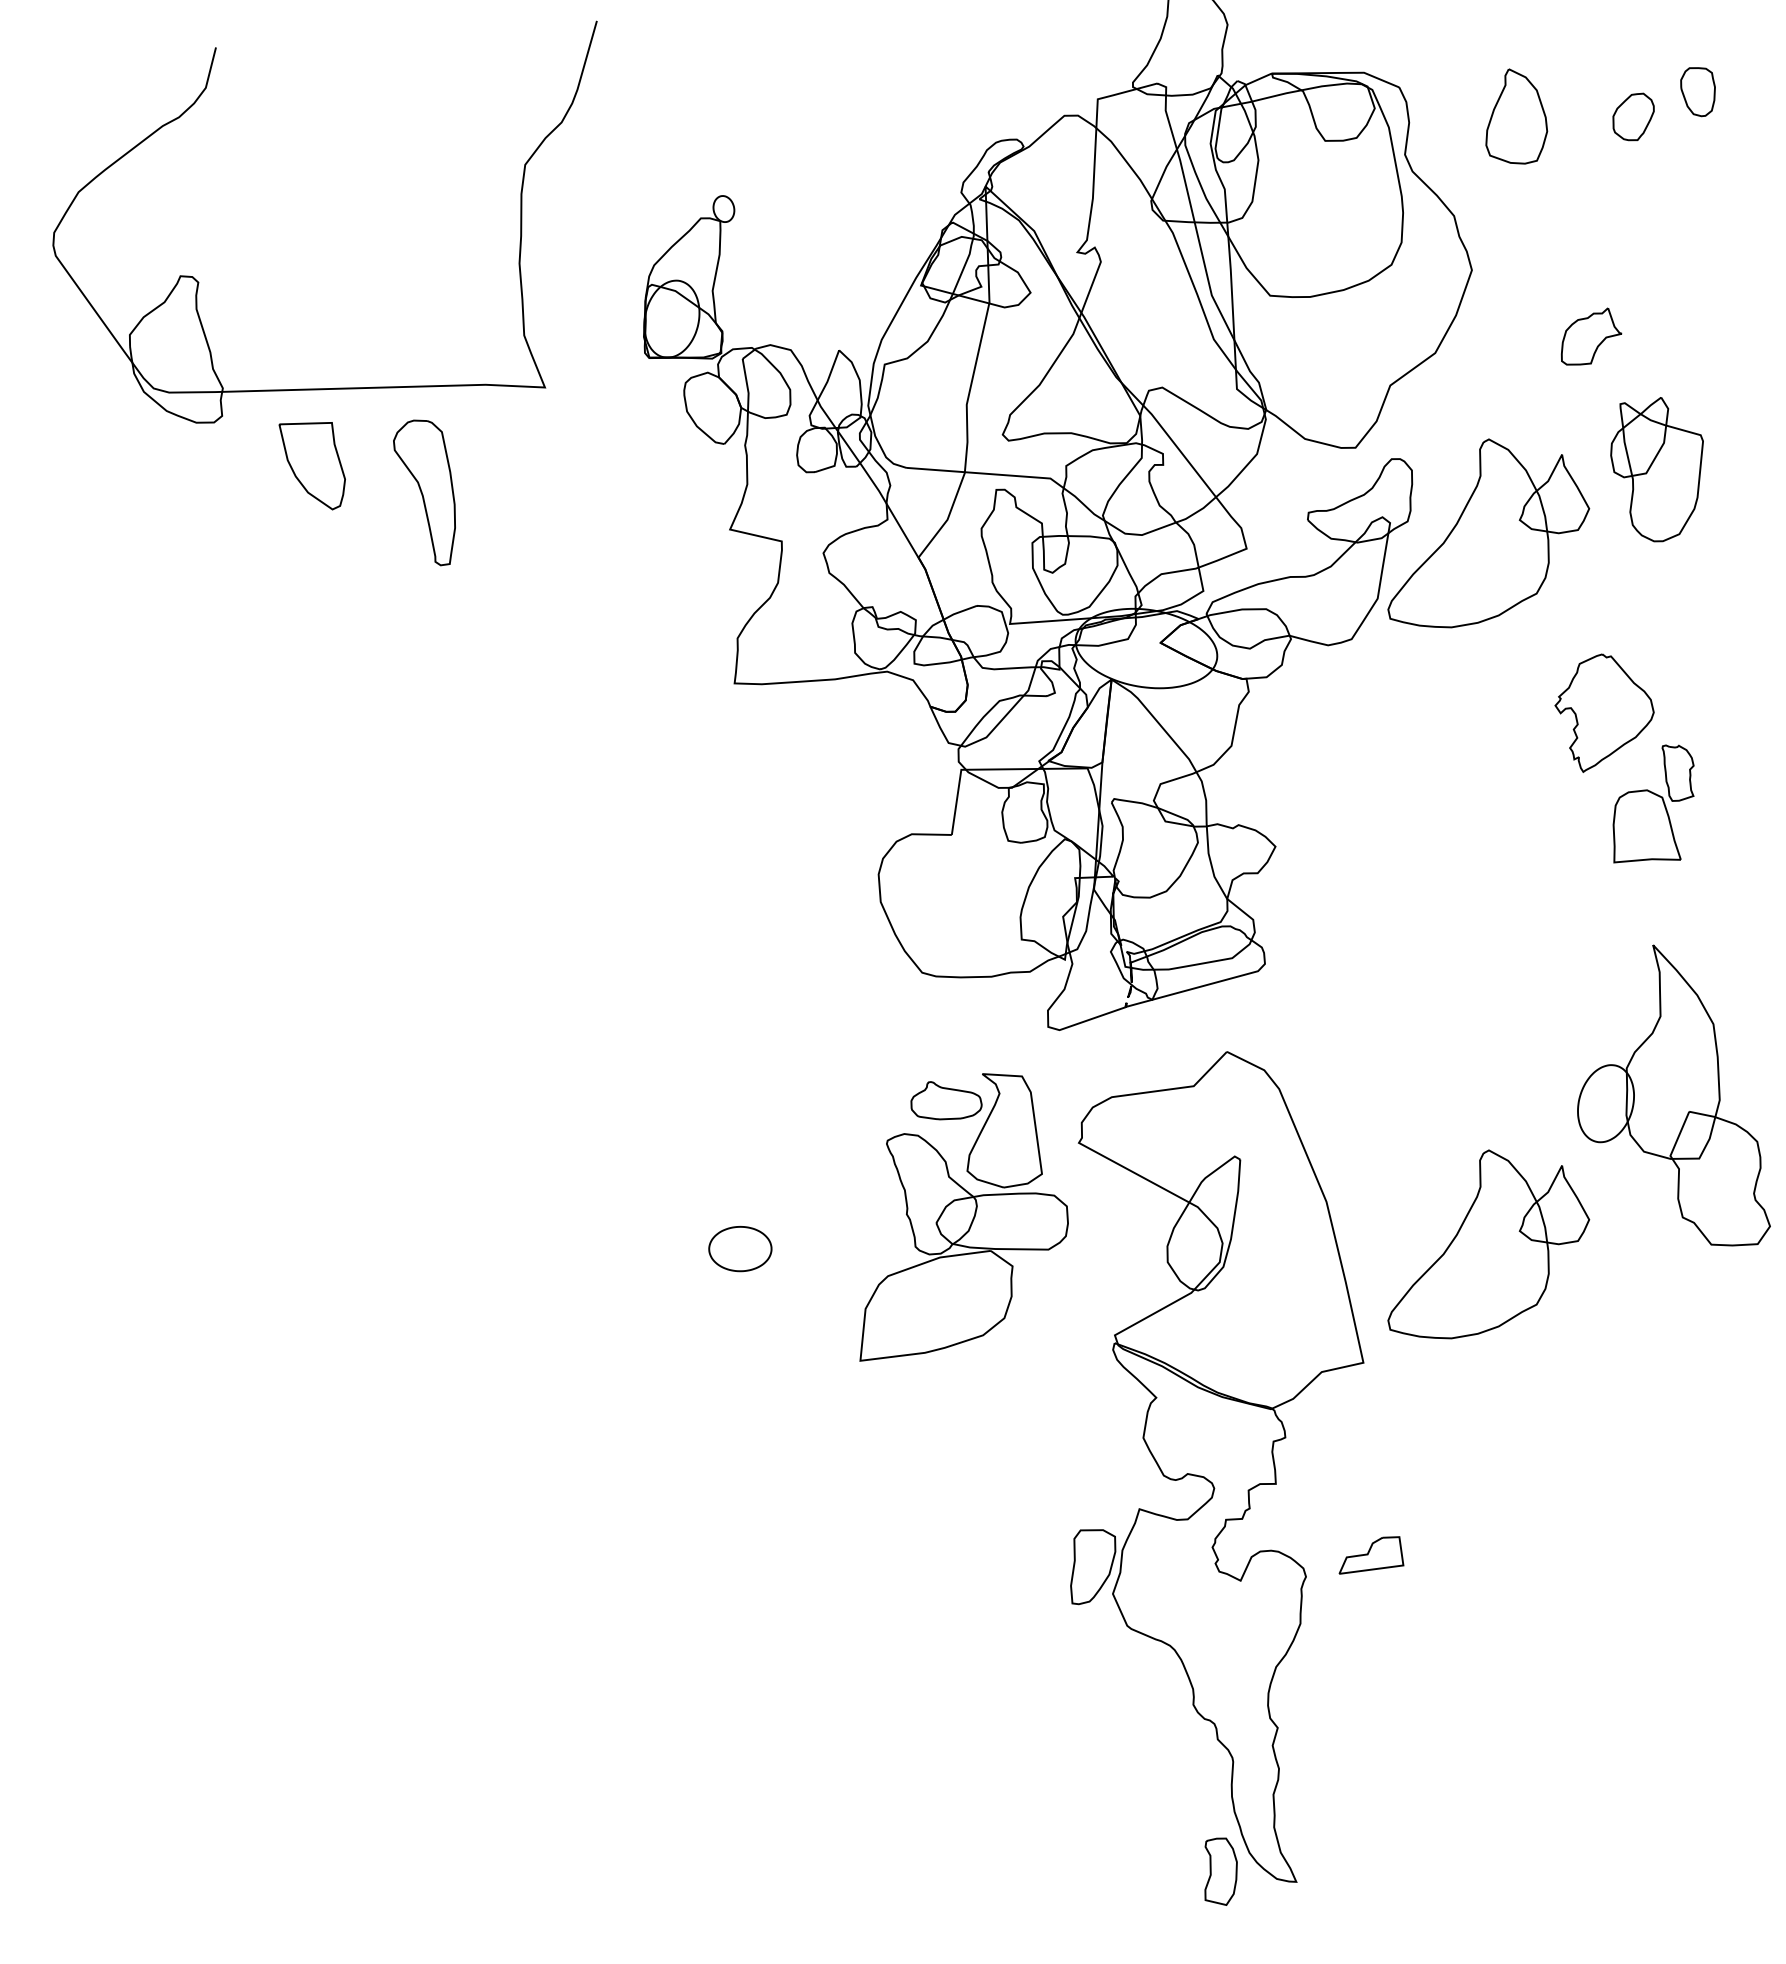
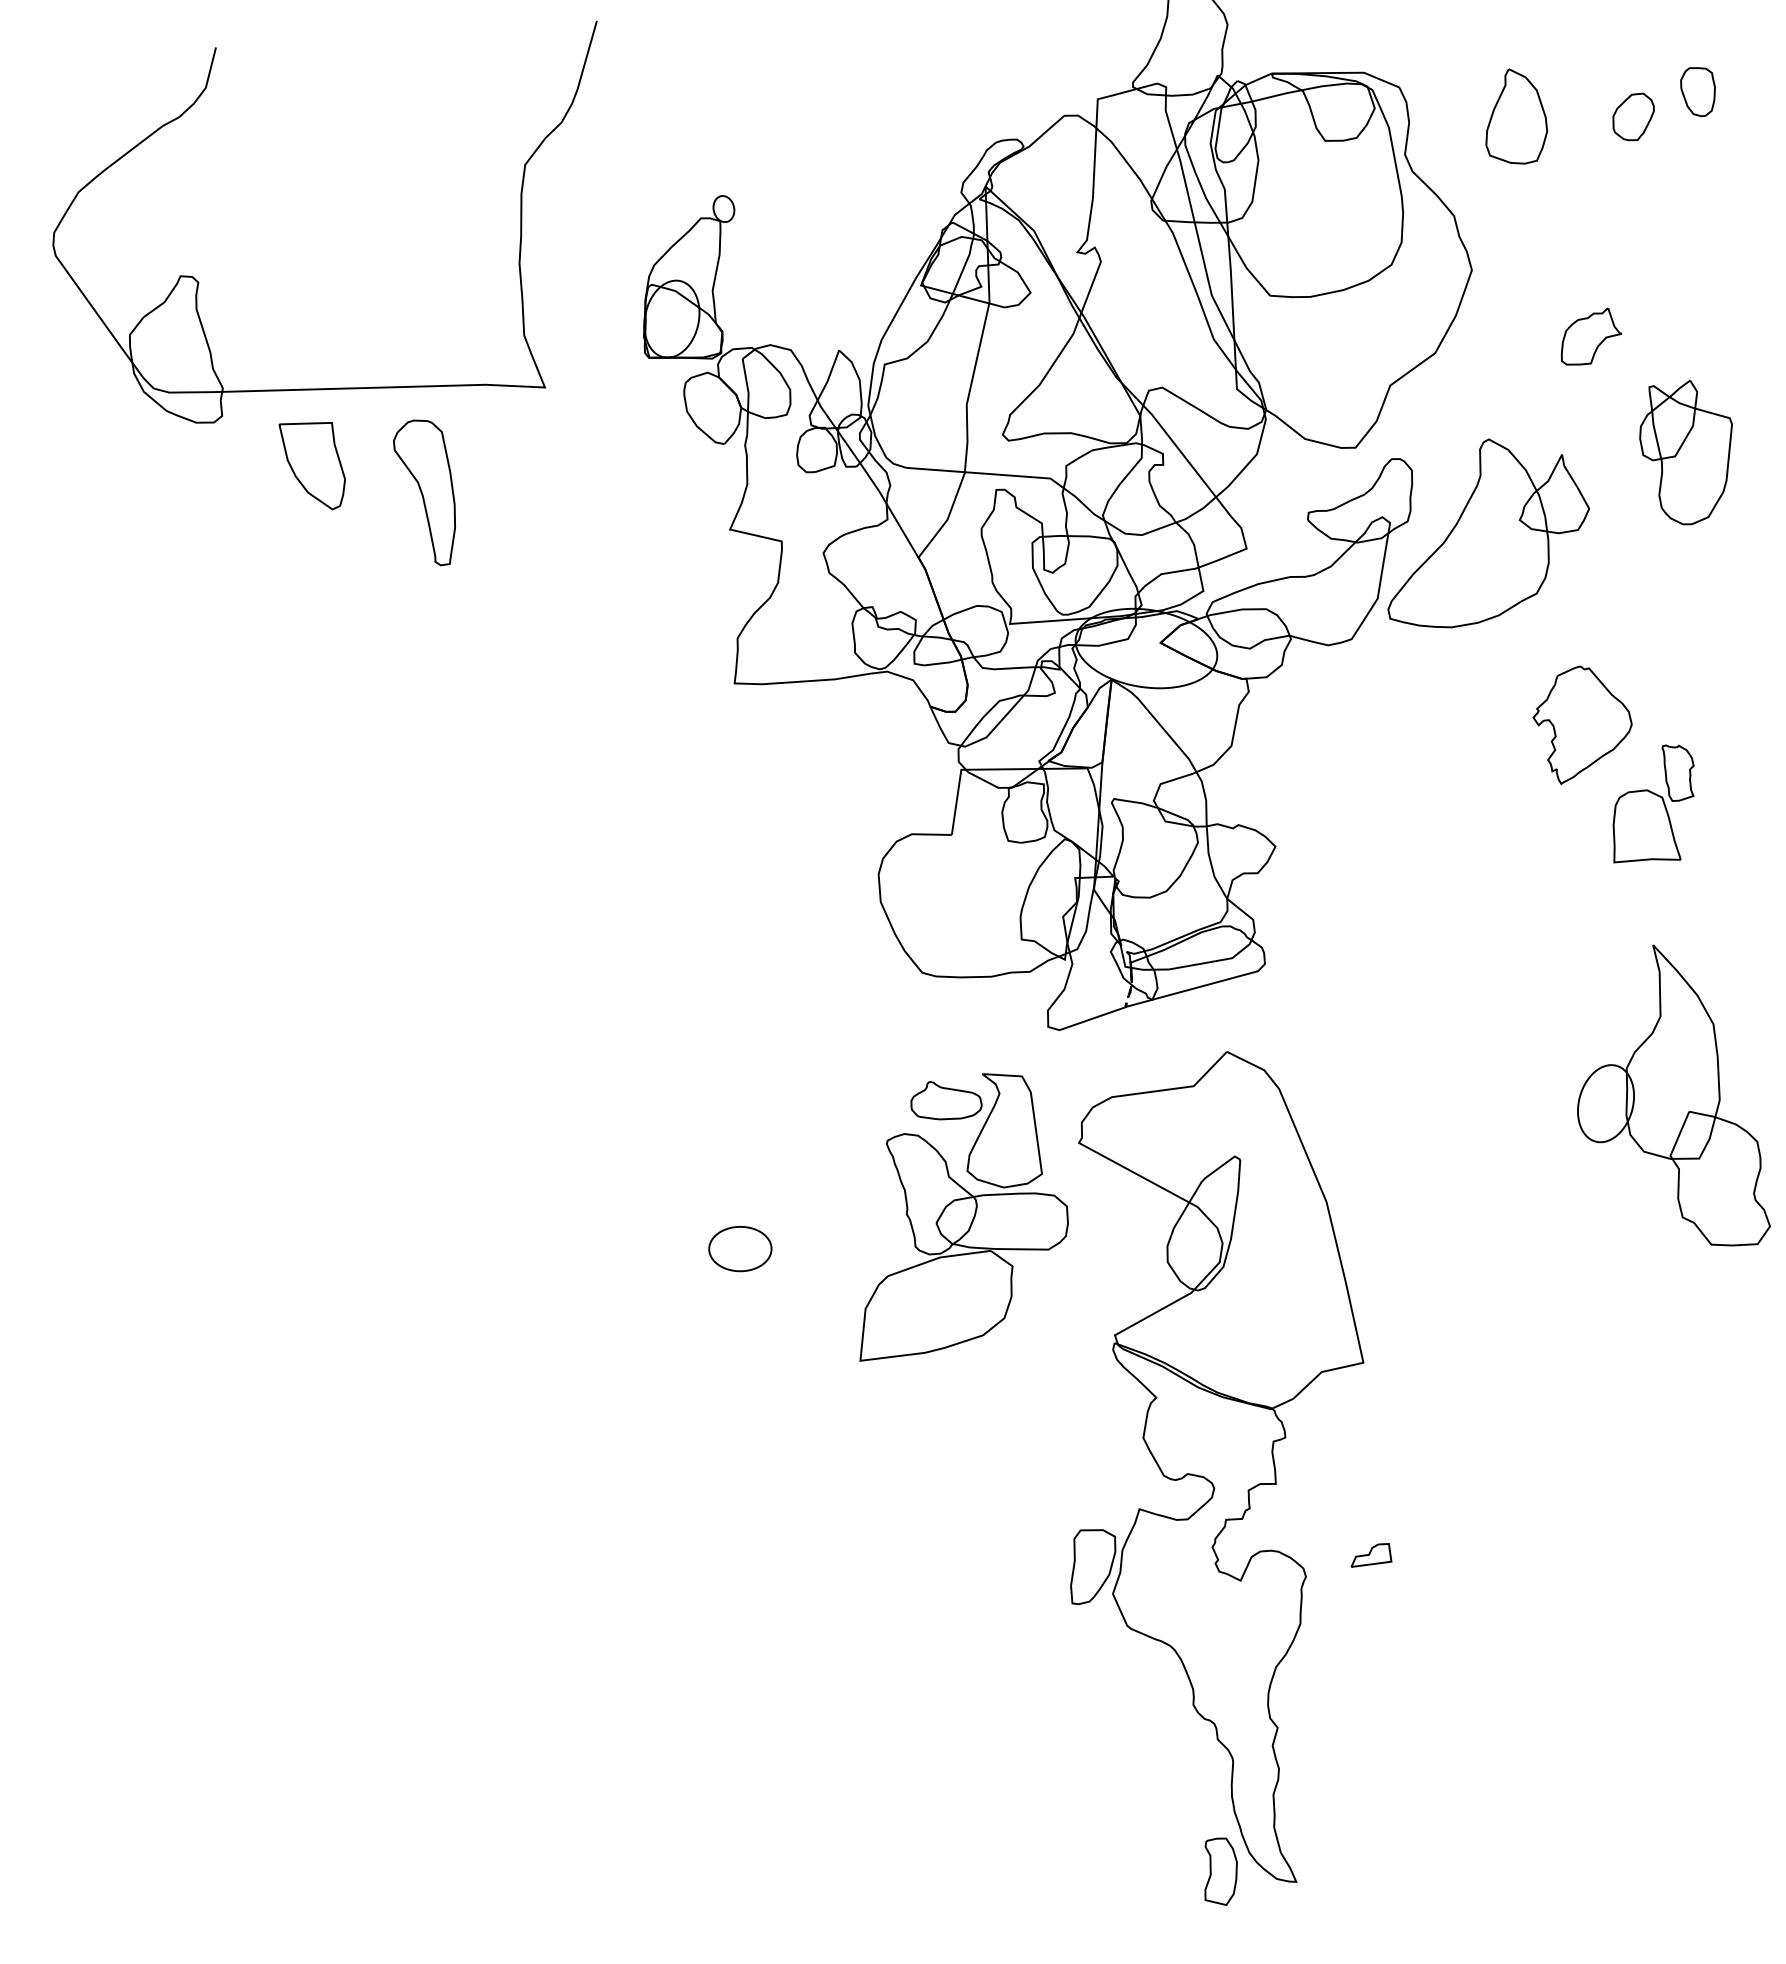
part at (1656, 469) position: (1656, 469) -> (1685, 452)
part at (1604, 712) position: (1604, 712) -> (1582, 724)
part at (1488, 1244): present -> none
part at (1371, 1555) size: 67x39 px -> 43x25 px
